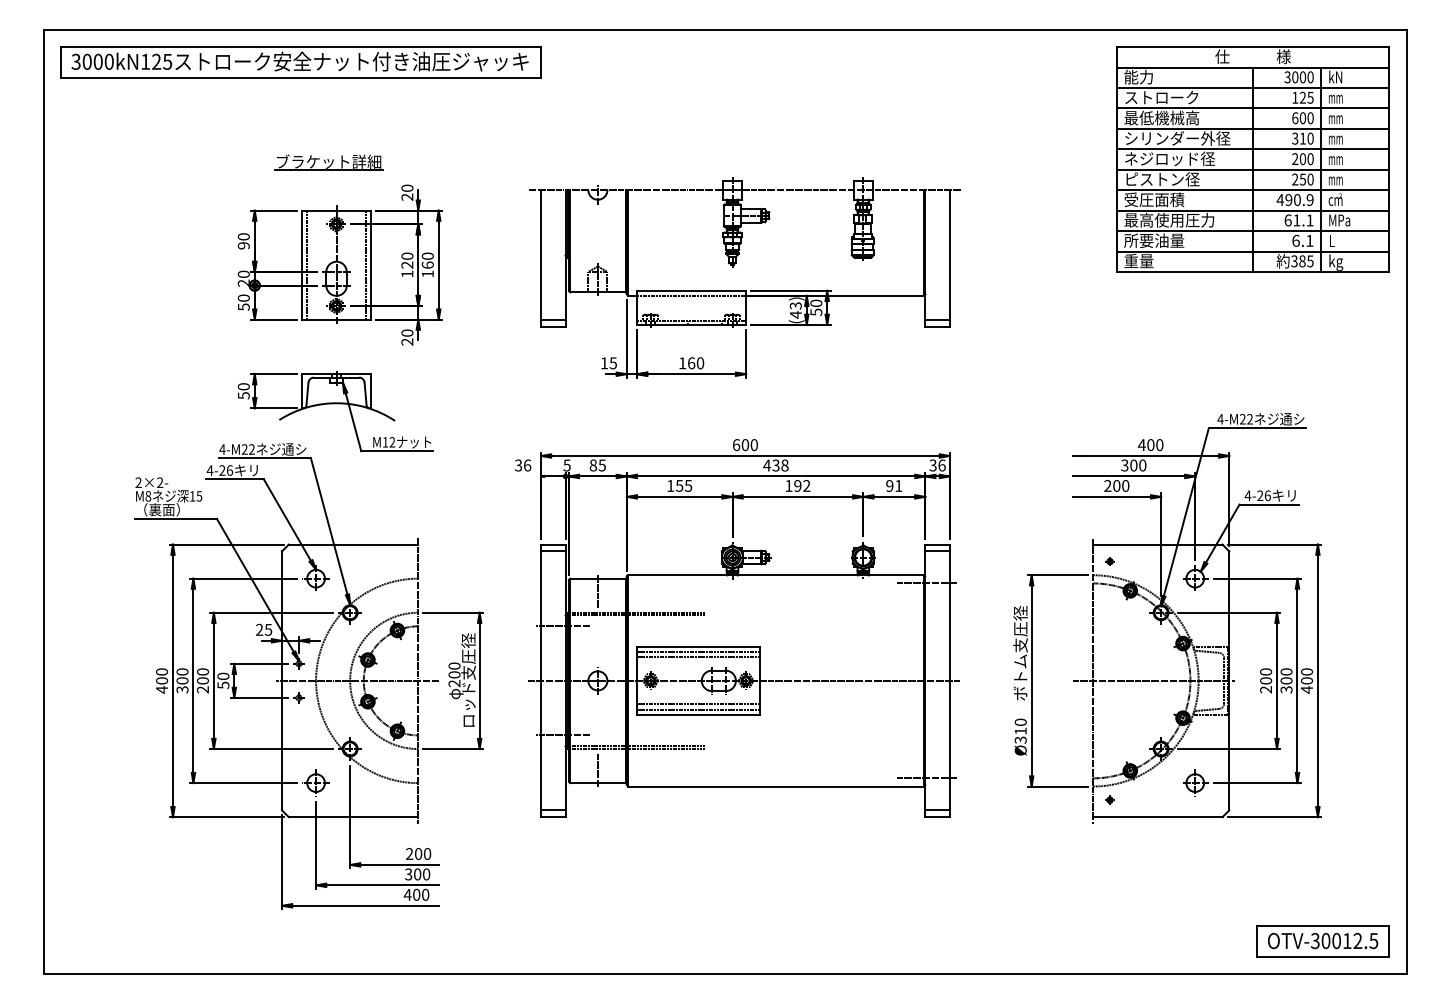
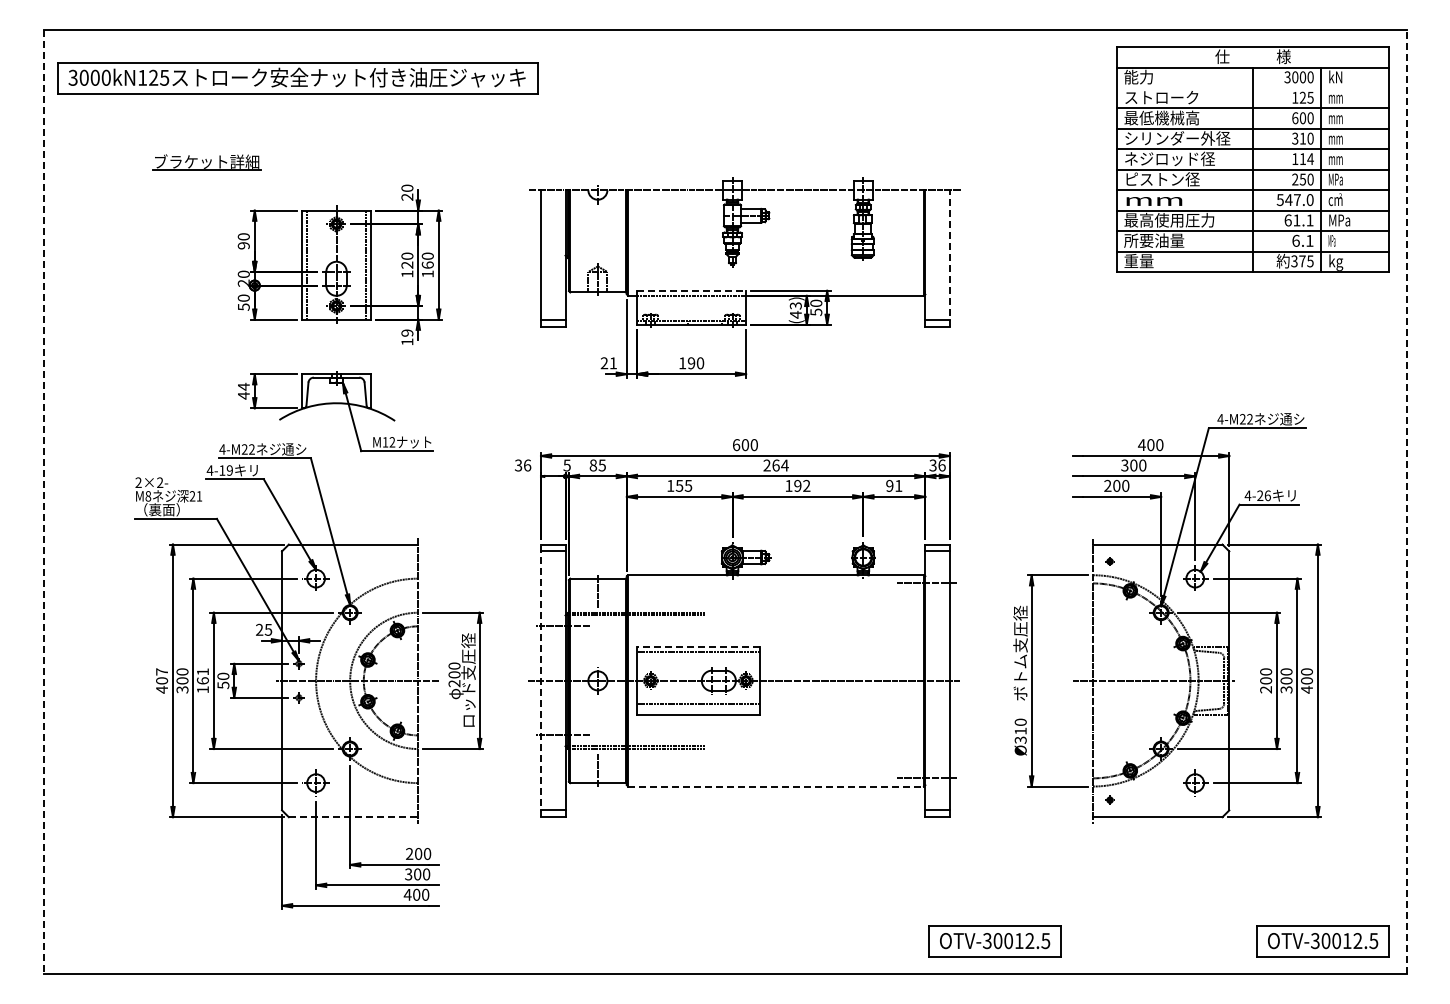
part at (300, 62) position: (300, 62) -> (297, 78)
line at (1252, 87): present -> none
text at (1302, 159): 200 -> 114
part at (328, 162) position: (328, 162) -> (206, 162)
text at (1335, 179): mm -> MPa
text at (1154, 199): 受圧面積 -> mm
text at (1294, 200): 490.9 -> 547.0
text at (1331, 240): L -> MPa
line at (949, 257): solid -> dashed
text at (1302, 261): 385 -> 375
line at (691, 290): solid -> dashed
text at (407, 337): 20 -> 19
text at (608, 363): 15 -> 21
text at (691, 363): 160 -> 190
text at (243, 390): 50 -> 44
text at (775, 465): 438 -> 264
text at (226, 470): 4-26 -> 4-19
text at (195, 496): 15 -> 21
line at (43, 502): solid -> dashed
line at (1406, 502): solid -> dashed
line at (697, 646): solid -> dashed
line at (698, 657): present -> none
text at (162, 671): 400 -> 407
text at (202, 680): 200 -> 161
line at (540, 680): solid -> dashed
line at (698, 709): present -> none
line at (776, 786): solid -> dashed
line at (353, 817): solid -> dashed
part at (994, 941): none -> present
